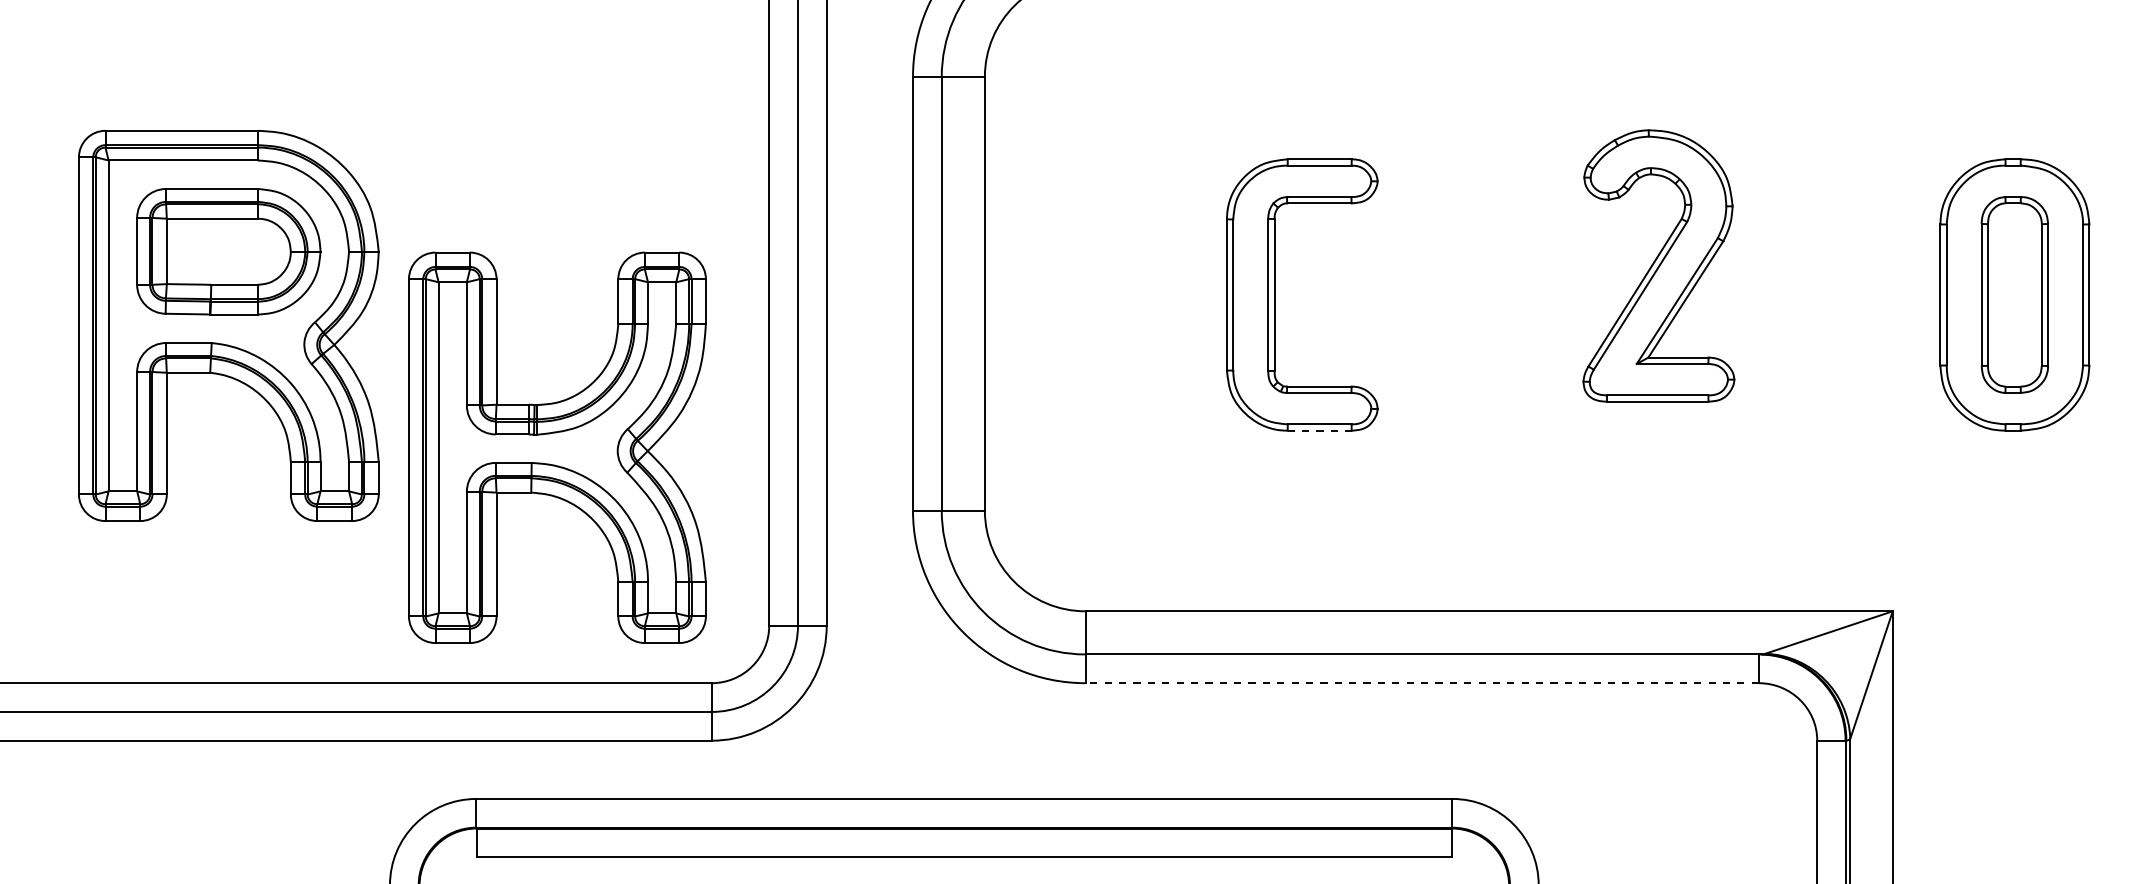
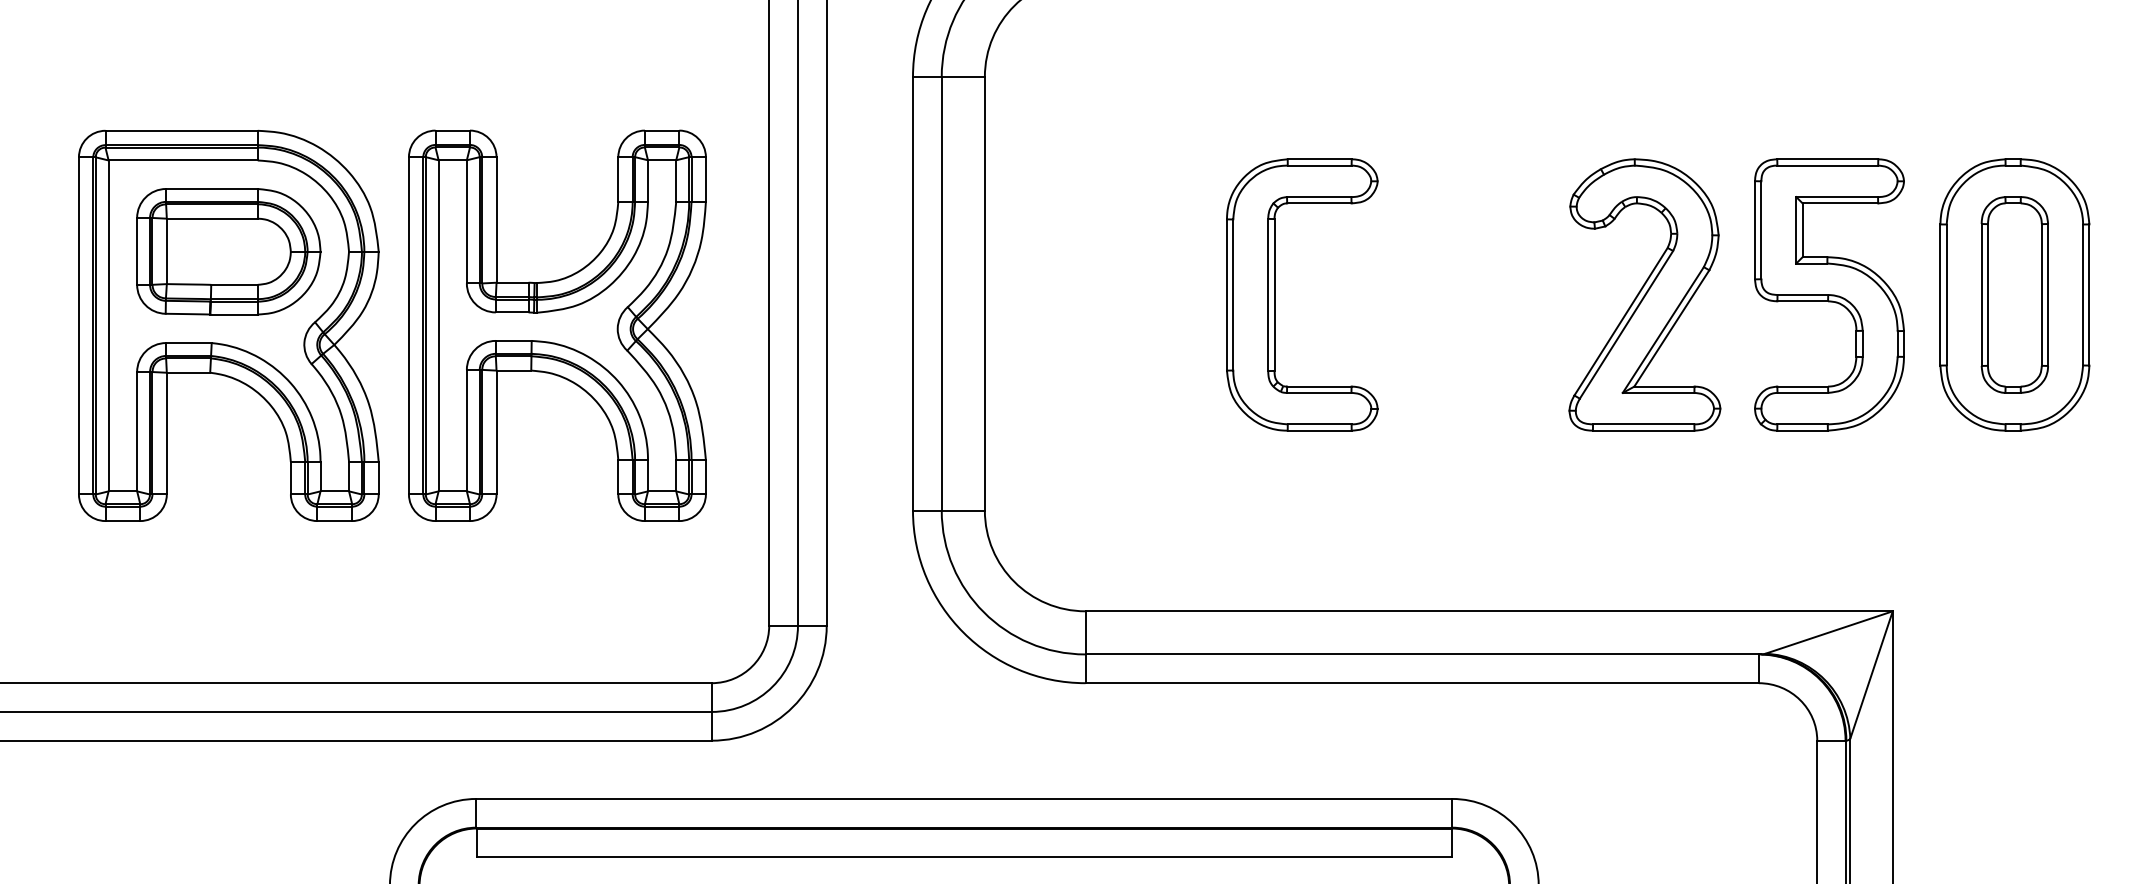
part at (1658, 265) position: (1658, 265) -> (1644, 294)
part at (1829, 294): none -> present
line at (1319, 430): dashed -> solid
part at (557, 447) position: (557, 447) -> (557, 325)
line at (1422, 683): dashed -> solid
